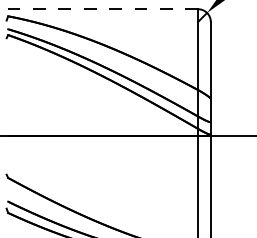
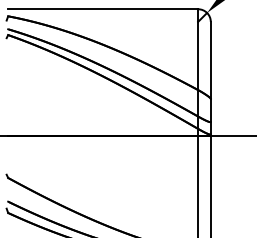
line at (102, 9): dashed -> solid
